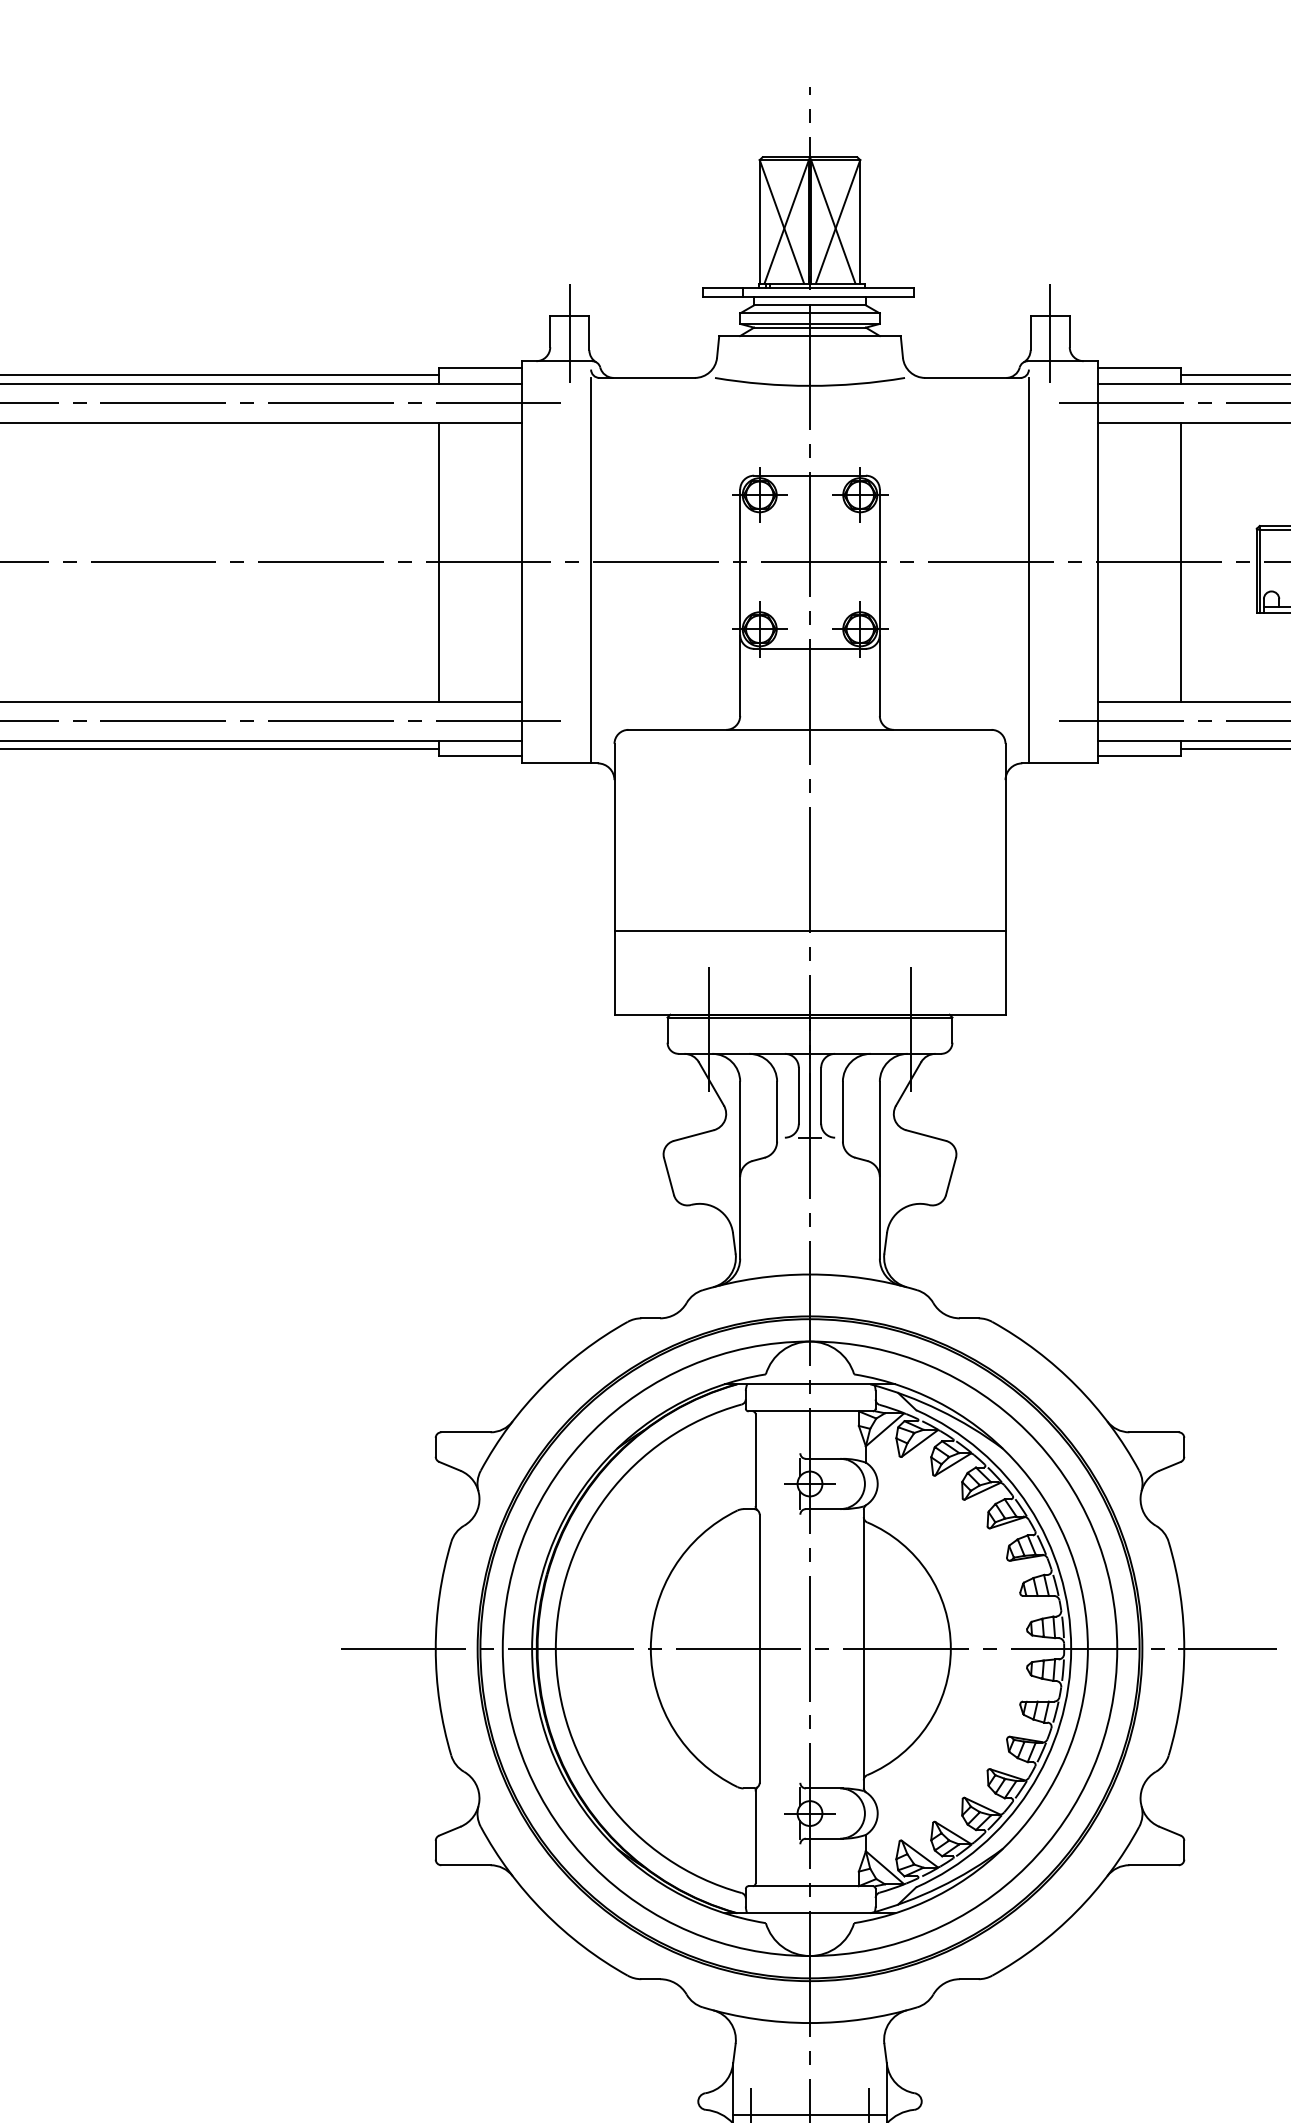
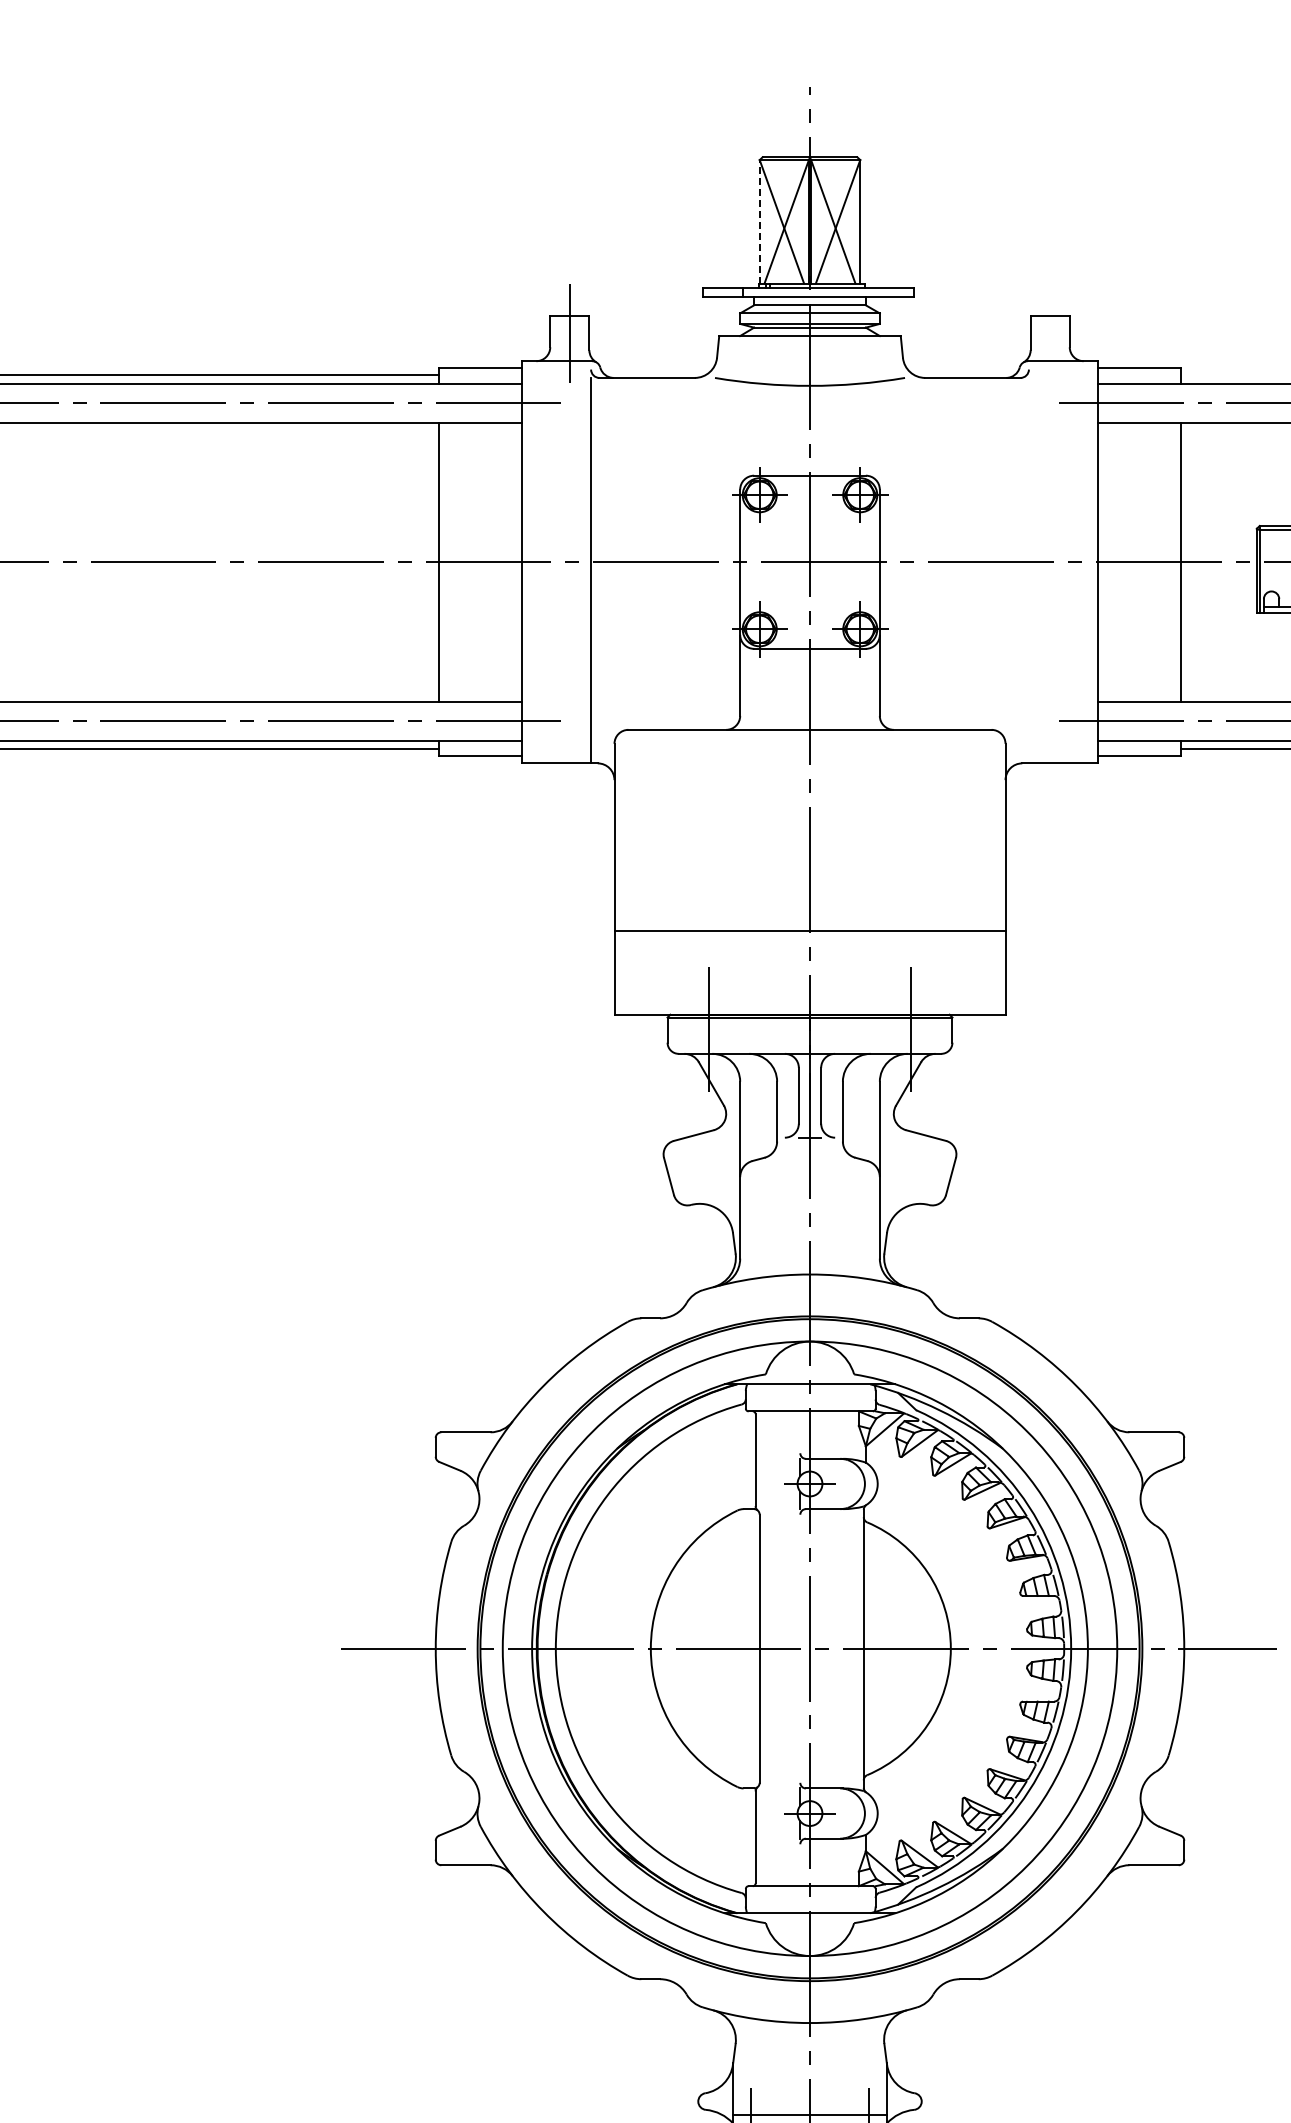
line at (759, 221): solid -> dashed
line at (1050, 333): present -> none
line at (1234, 375): present -> none
line at (1028, 570): present -> none
